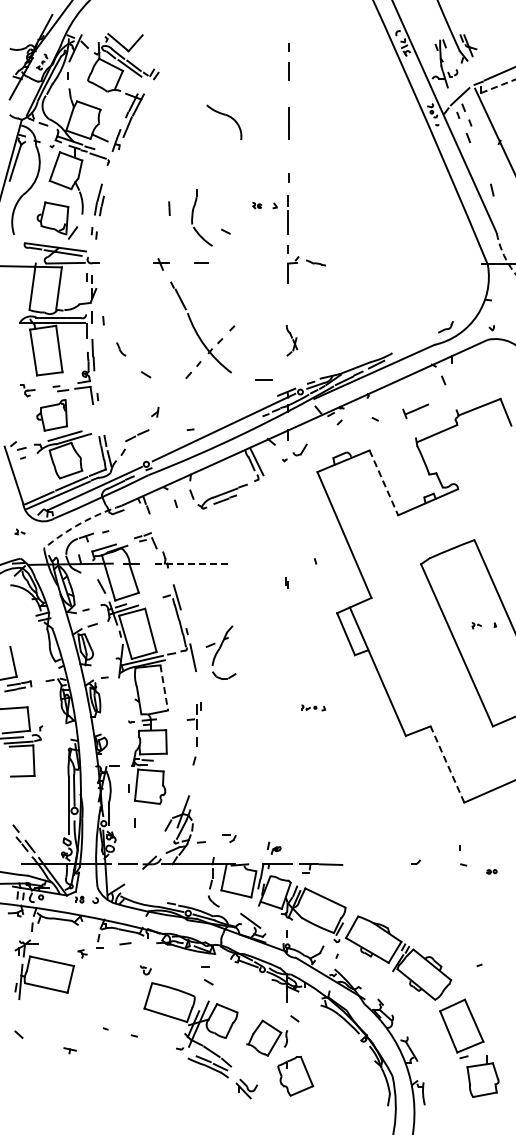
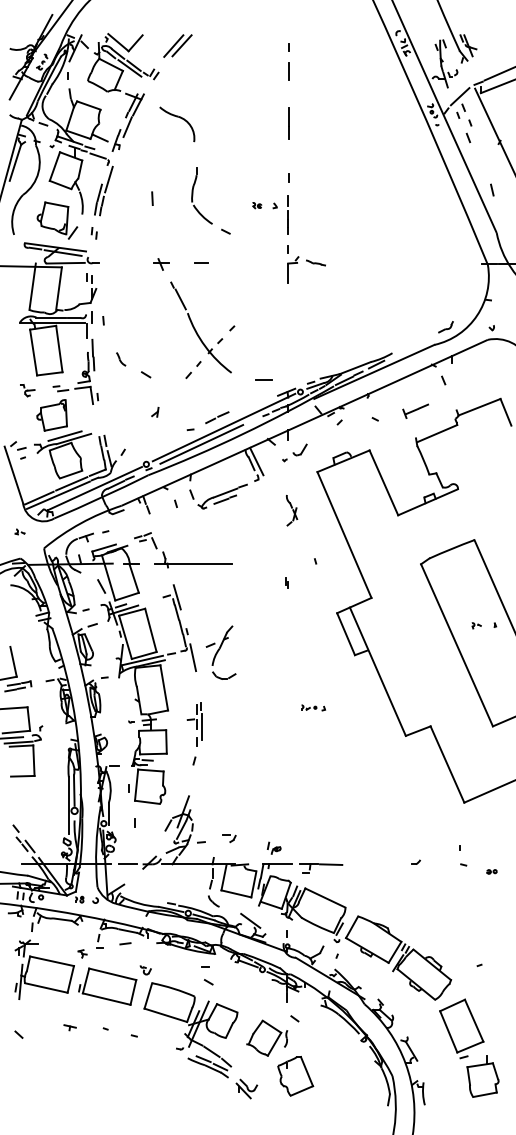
part at (177, 45): none -> present
line at (498, 86): dashed -> solid
part at (226, 116) position: (226, 116) -> (179, 118)
line at (108, 179): none -> present
line at (169, 208) position: (169, 208) -> (152, 198)
part at (193, 217) position: (193, 217) -> (193, 195)
arc at (503, 254): dashed -> solid
part at (291, 340) position: (291, 340) -> (291, 510)
part at (121, 349) position: (121, 349) -> (121, 359)
line at (137, 435) position: (137, 435) -> (217, 417)
line at (201, 444): none -> present
line at (384, 483): dashed -> solid
arc at (80, 523): dashed -> solid
line at (193, 563): dashed -> solid
line at (164, 687): dashed -> solid
line at (201, 726): none -> present
line at (447, 764): dashed -> solid
part at (107, 986): none -> present
part at (69, 1050) position: (69, 1050) -> (69, 1027)
